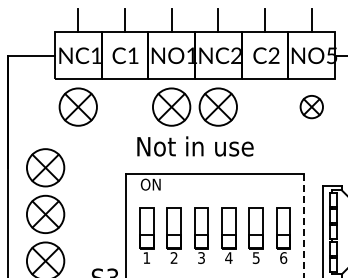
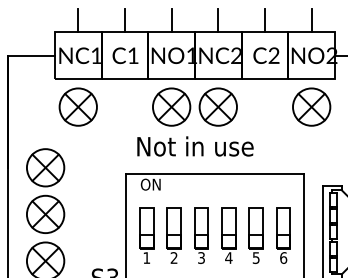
text at (331, 55): NO5 -> NO2
part at (311, 107) size: 25x25 px -> 40x40 px
line at (304, 225): dashed -> solid
